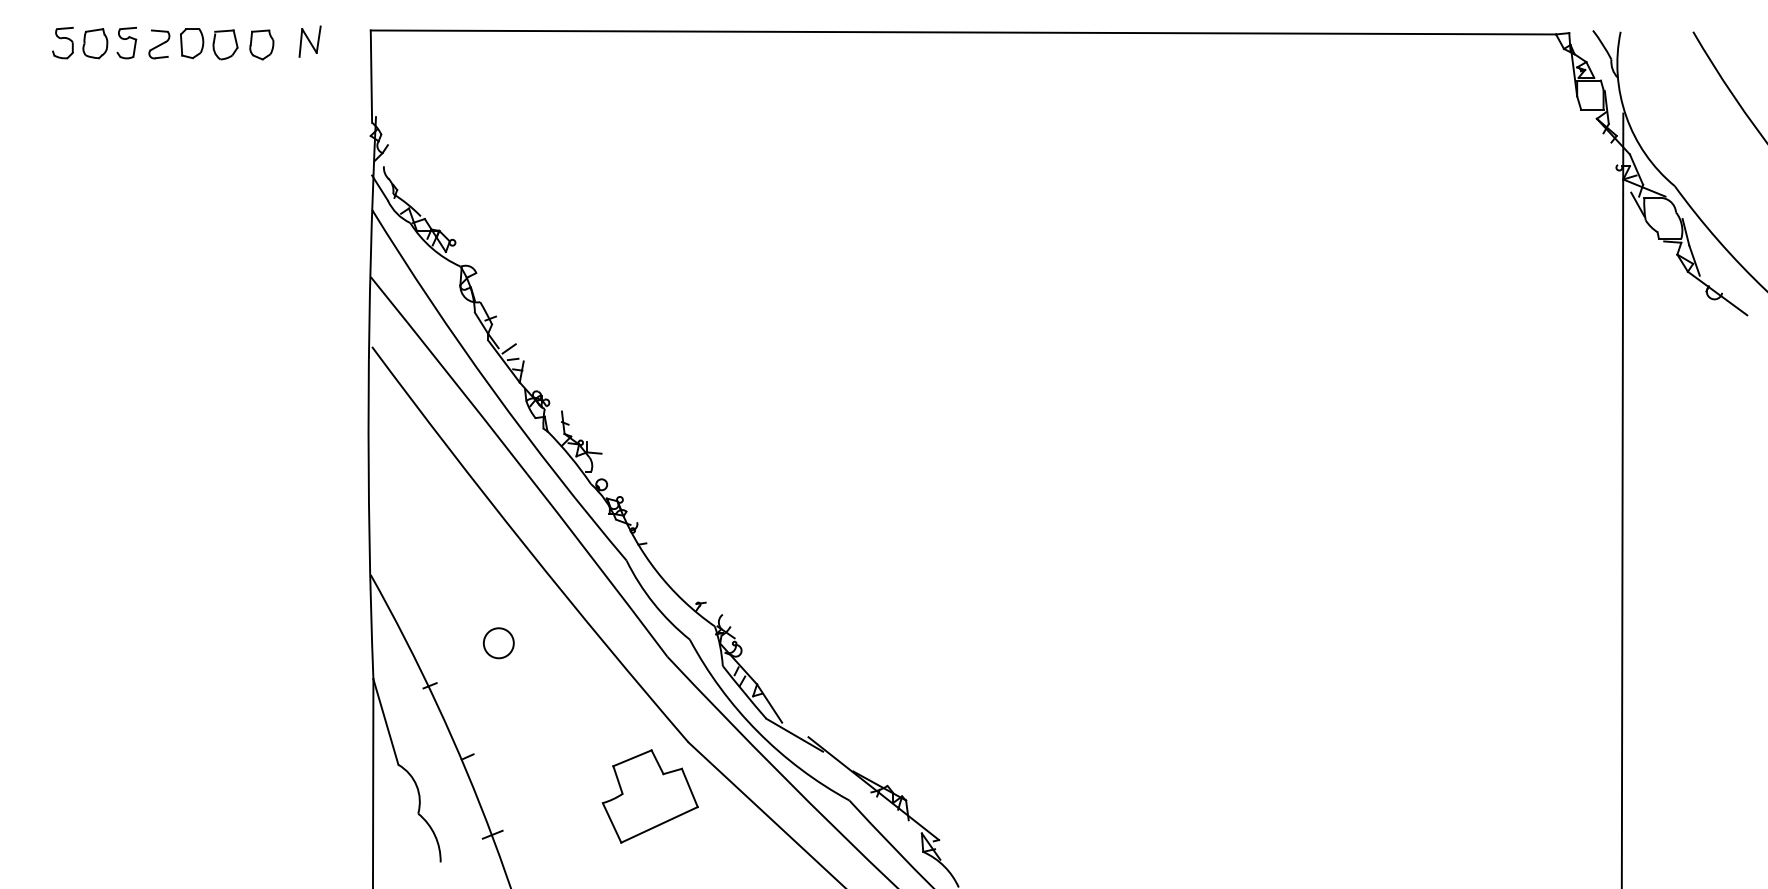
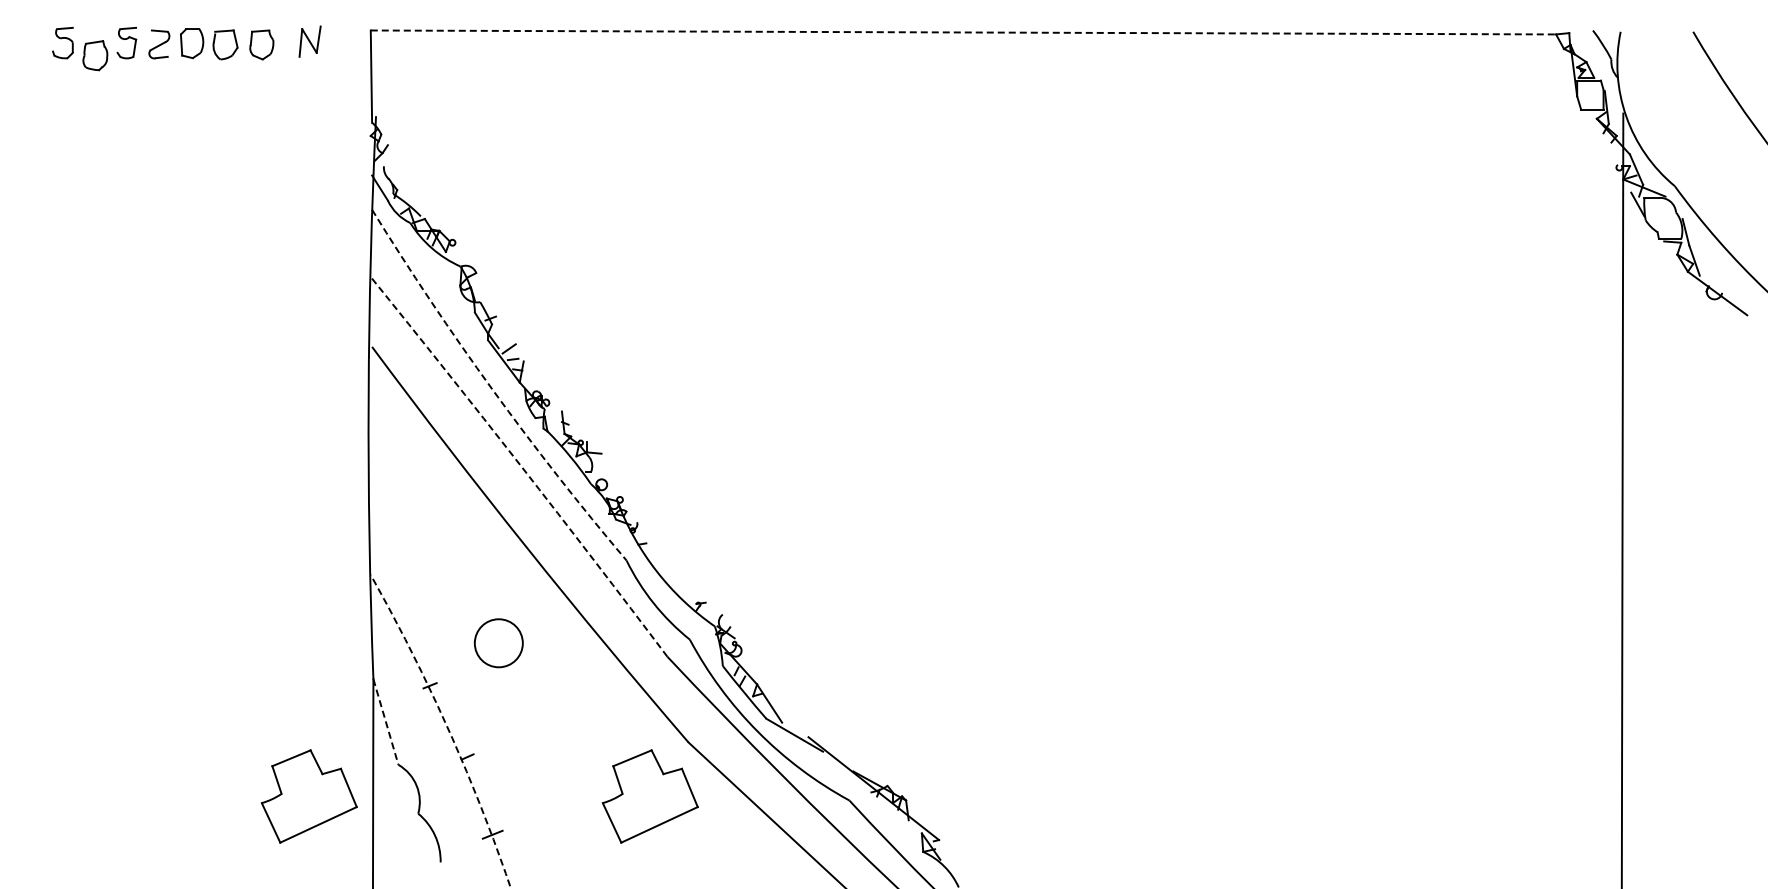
line at (963, 32): solid -> dashed
part at (95, 43) position: (95, 43) -> (95, 55)
arc at (492, 389): solid -> dashed
arc at (520, 465): solid -> dashed
circle at (498, 643) diameter: 30 px -> 48 px
line at (385, 722): solid -> dashed
arc at (447, 727): solid -> dashed
part at (308, 796): none -> present
